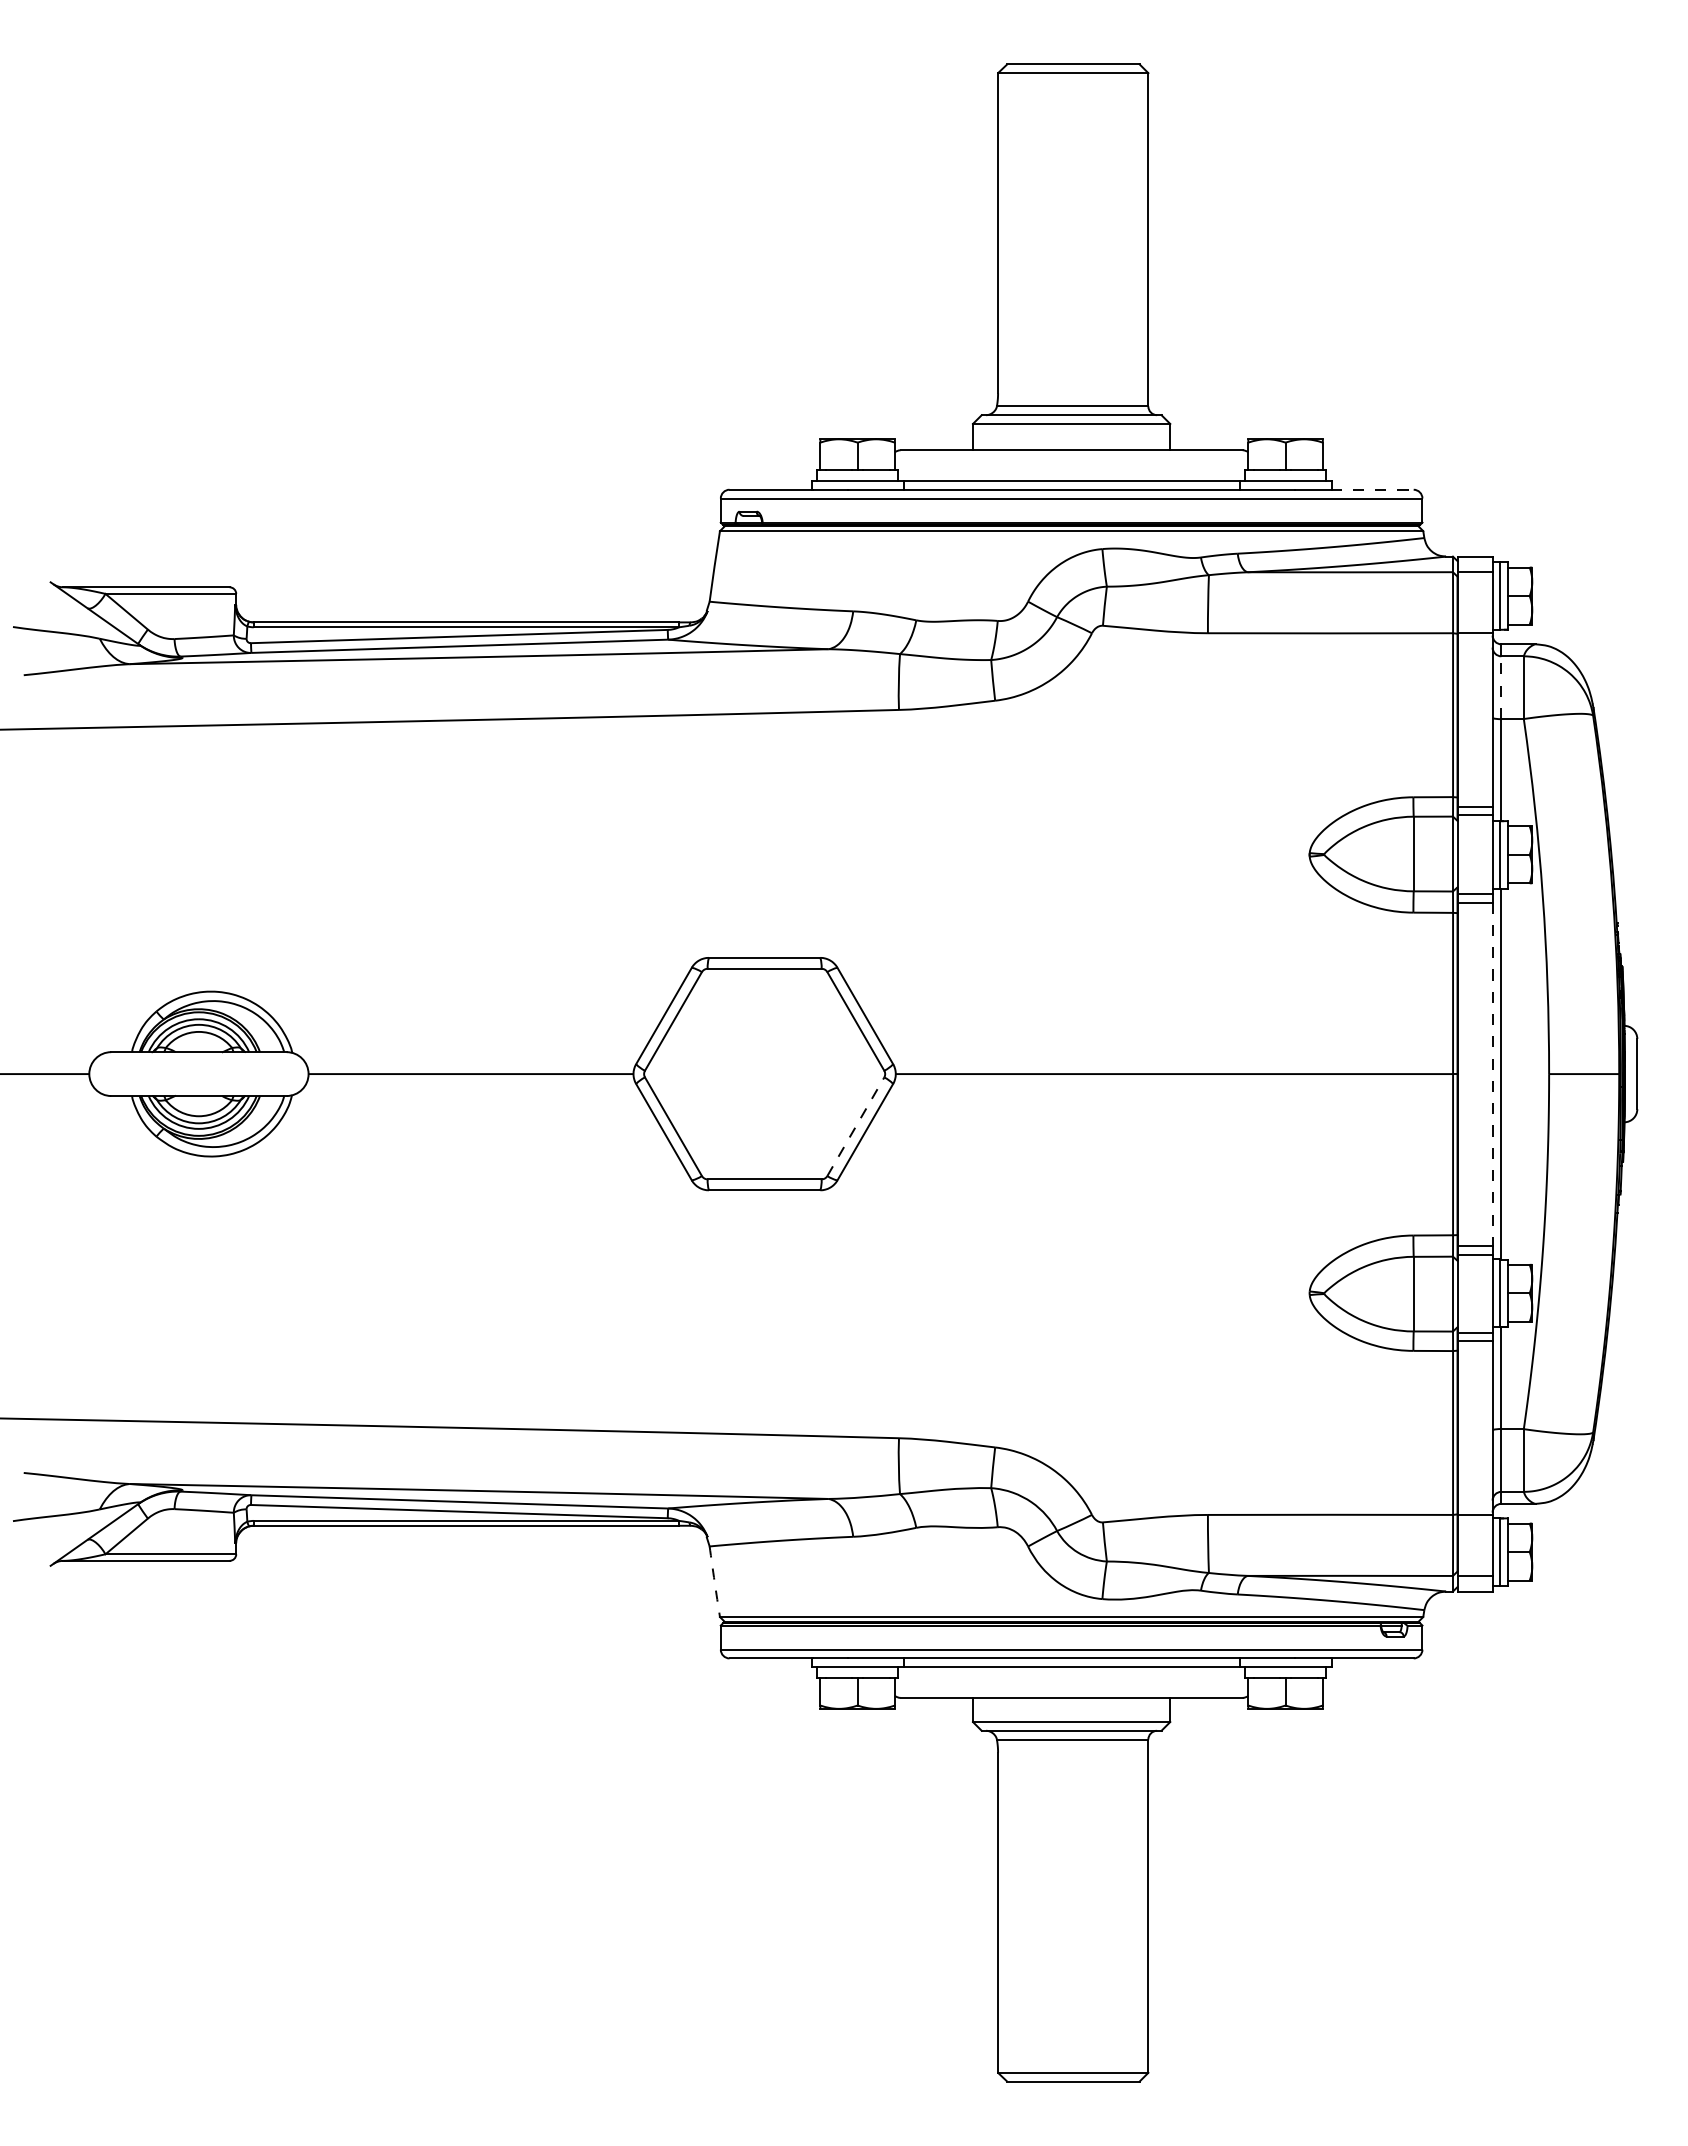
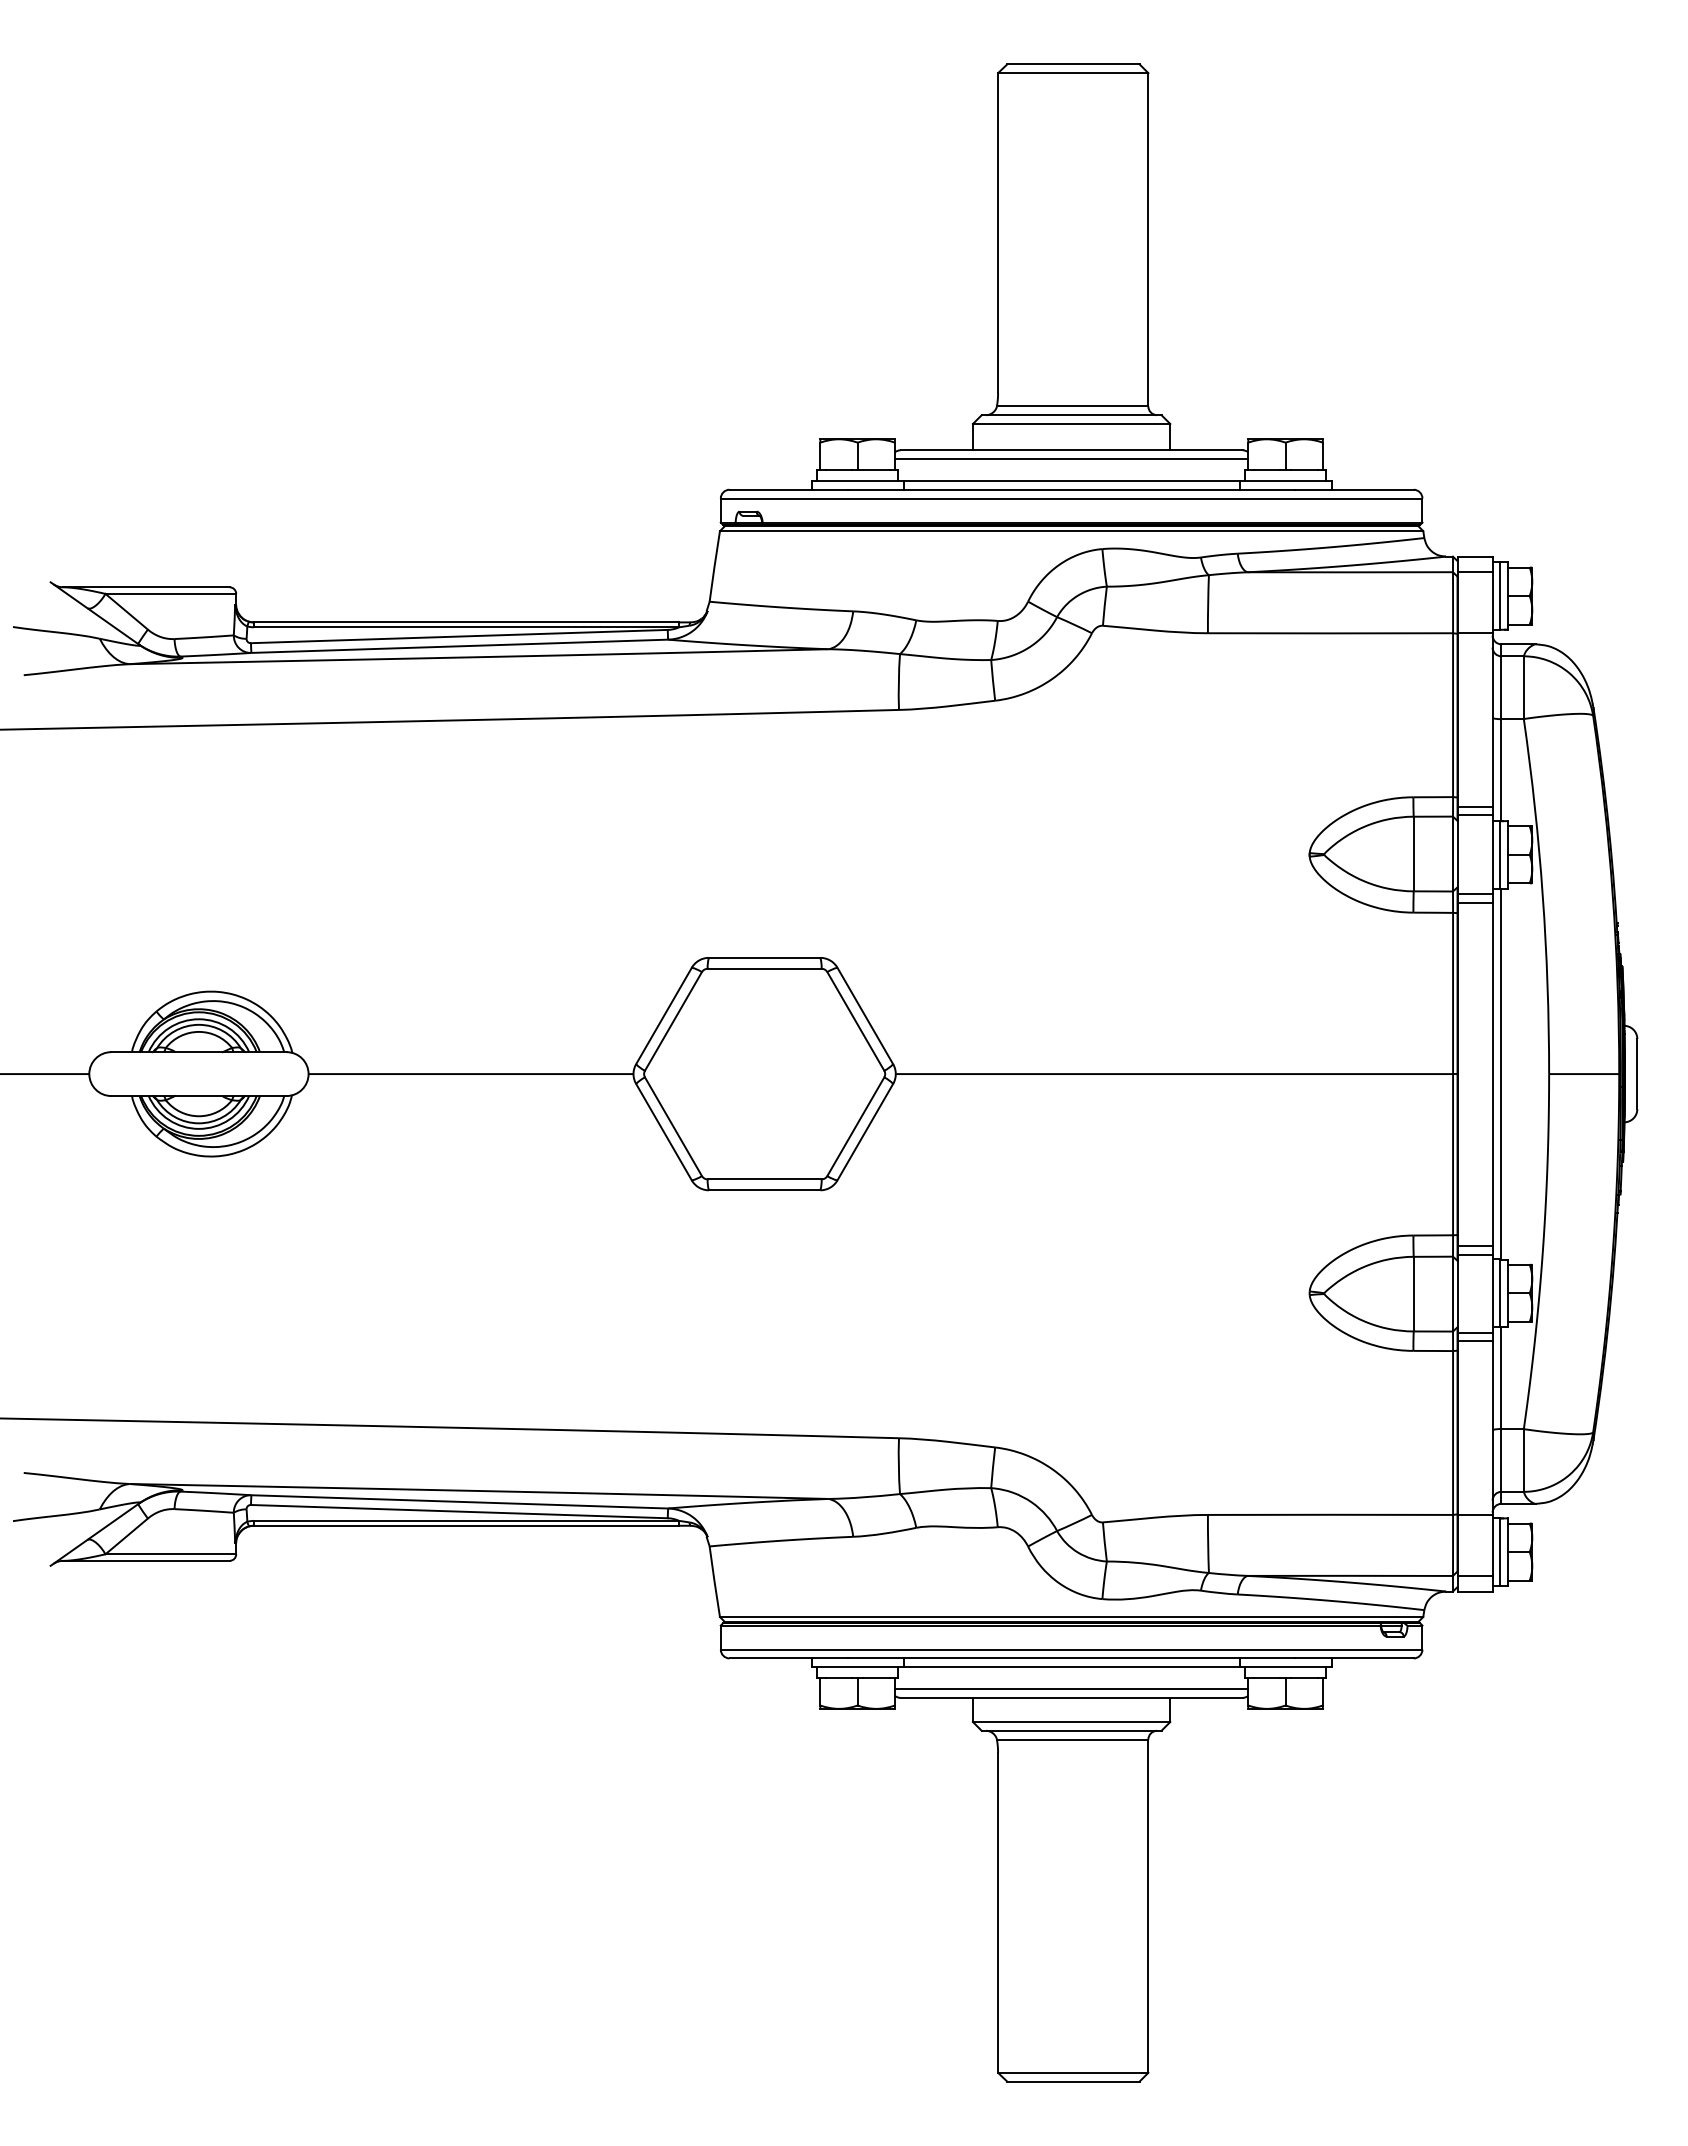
line at (1071, 459): none -> present
line at (1372, 489): dashed -> solid
line at (1501, 687): dashed -> solid
line at (1492, 1074): dashed -> solid
line at (855, 1126): dashed -> solid
arc at (714, 1581): dashed -> solid
line at (1071, 1689): none -> present
